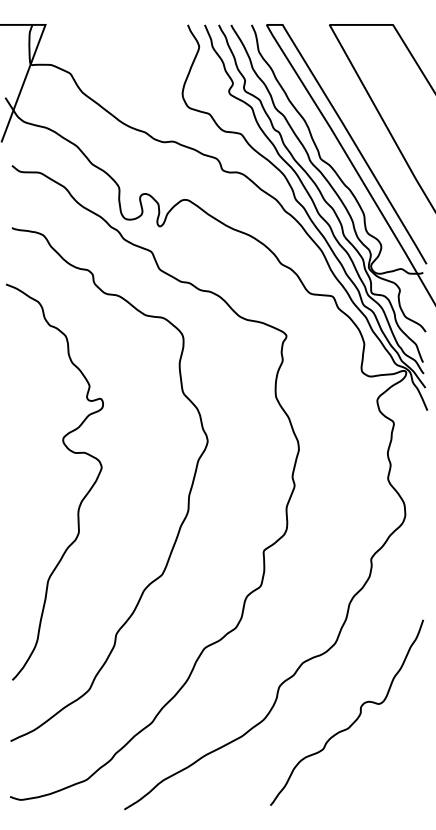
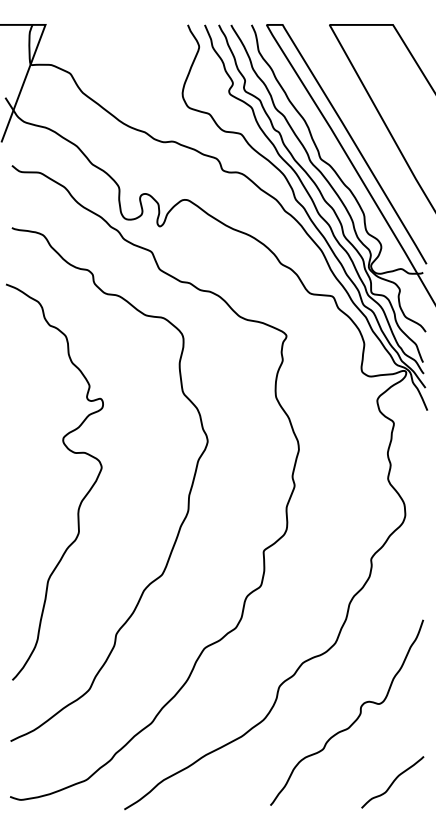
curve at (392, 782): none -> present
